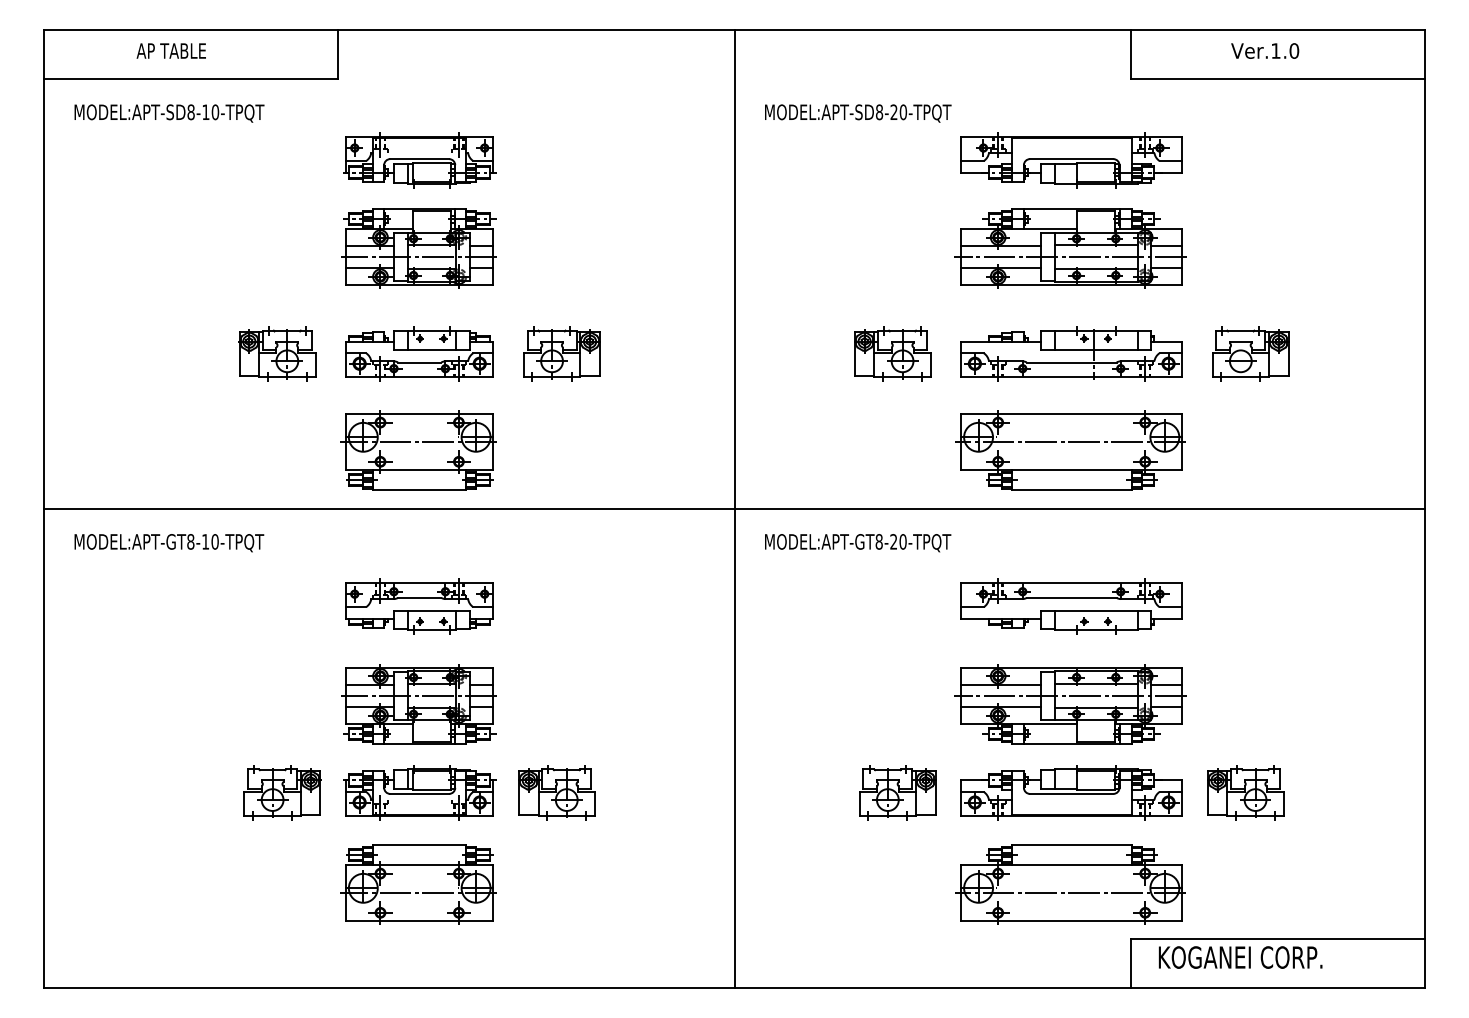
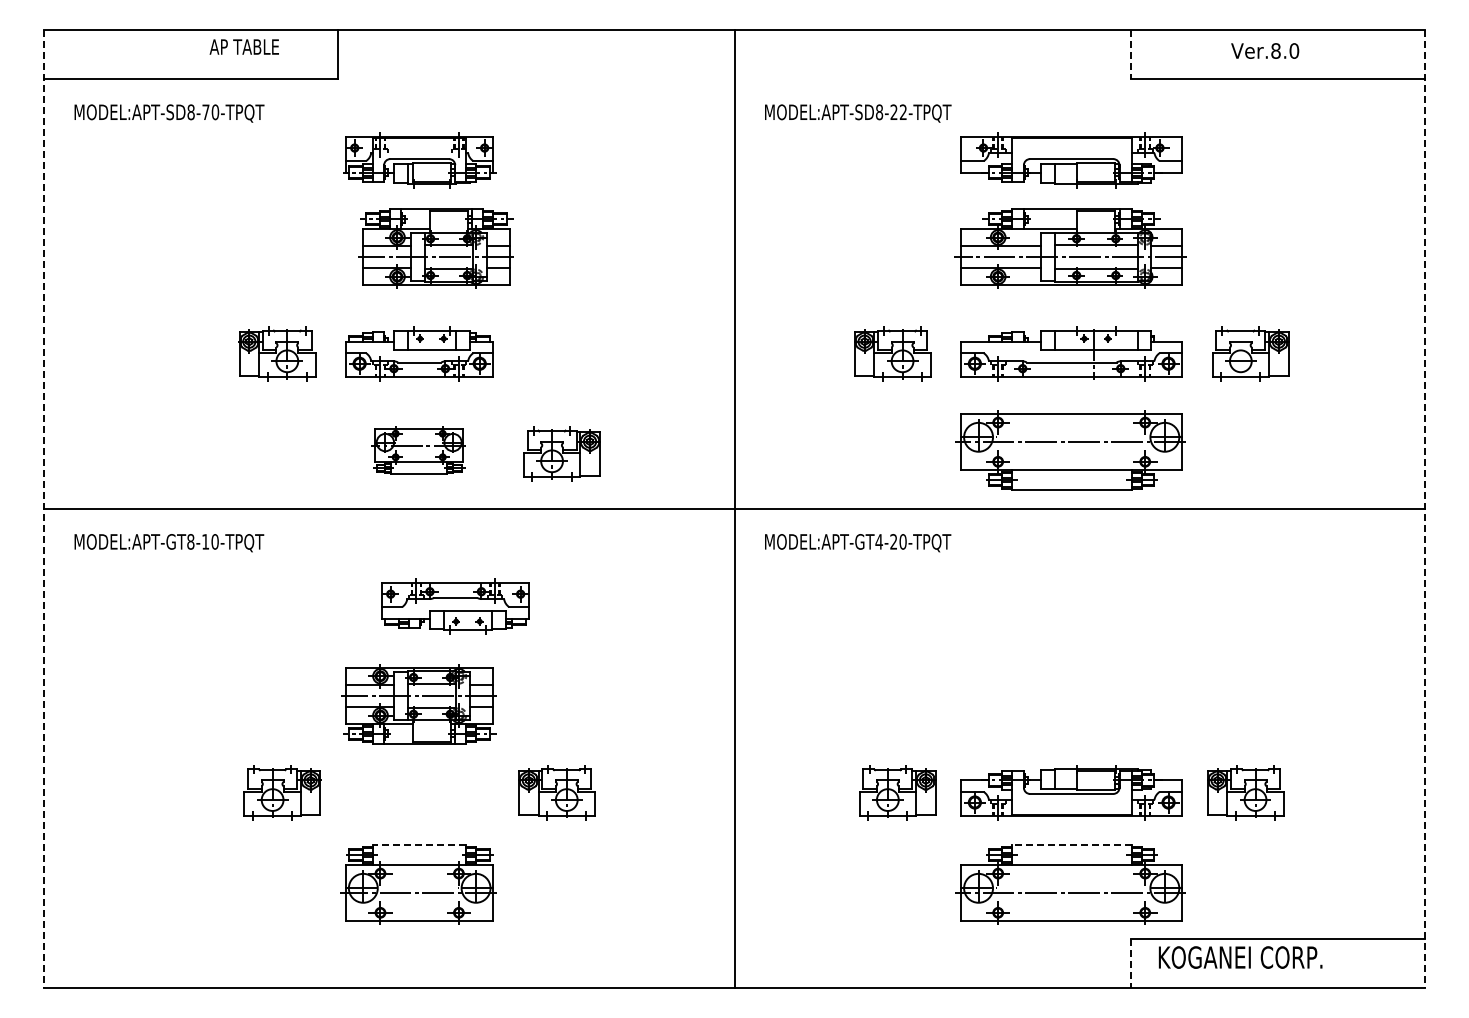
text at (170, 50) position: (170, 50) -> (243, 46)
text at (1275, 50): Ver.1.0 -> Ver.8.0
line at (1130, 54): solid -> dashed
text at (205, 111): MODEL:APT-SD8-10-TPQT -> MODEL:APT-SD8-70-TPQT
text at (903, 112): MODEL:APT-SD8-20-TPQT -> MODEL:APT-SD8-22-TPQT
part at (418, 248) position: (418, 248) -> (435, 248)
part at (561, 353) position: (561, 353) -> (561, 453)
part at (418, 450) size: 157x81 px -> 95x49 px
line at (44, 508): solid -> dashed
line at (1424, 508): solid -> dashed
text at (878, 541): MODEL:APT-GT8-20-TPQT -> MODEL:APT-GT4-20-TPQT
part at (419, 606) position: (419, 606) -> (455, 606)
part at (1071, 606): present -> none
part at (1070, 704): present -> none
part at (419, 792): present -> none
line at (419, 845): solid -> dashed
line at (1071, 845): solid -> dashed
line at (1130, 963): solid -> dashed
